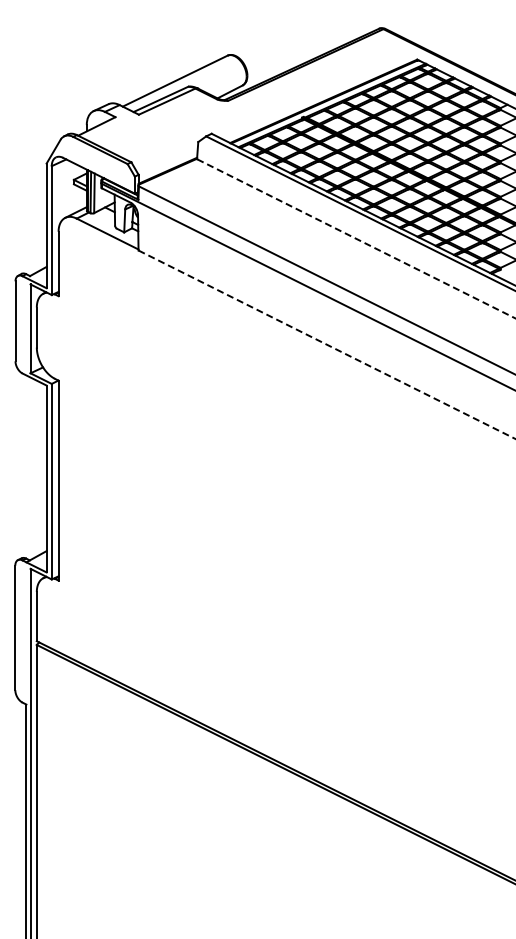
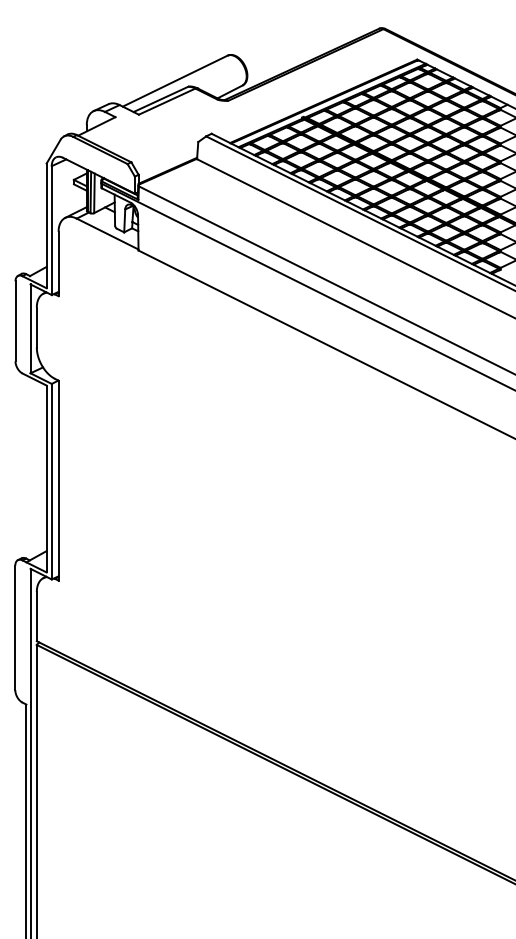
line at (356, 238): dashed -> solid
line at (327, 344): dashed -> solid
